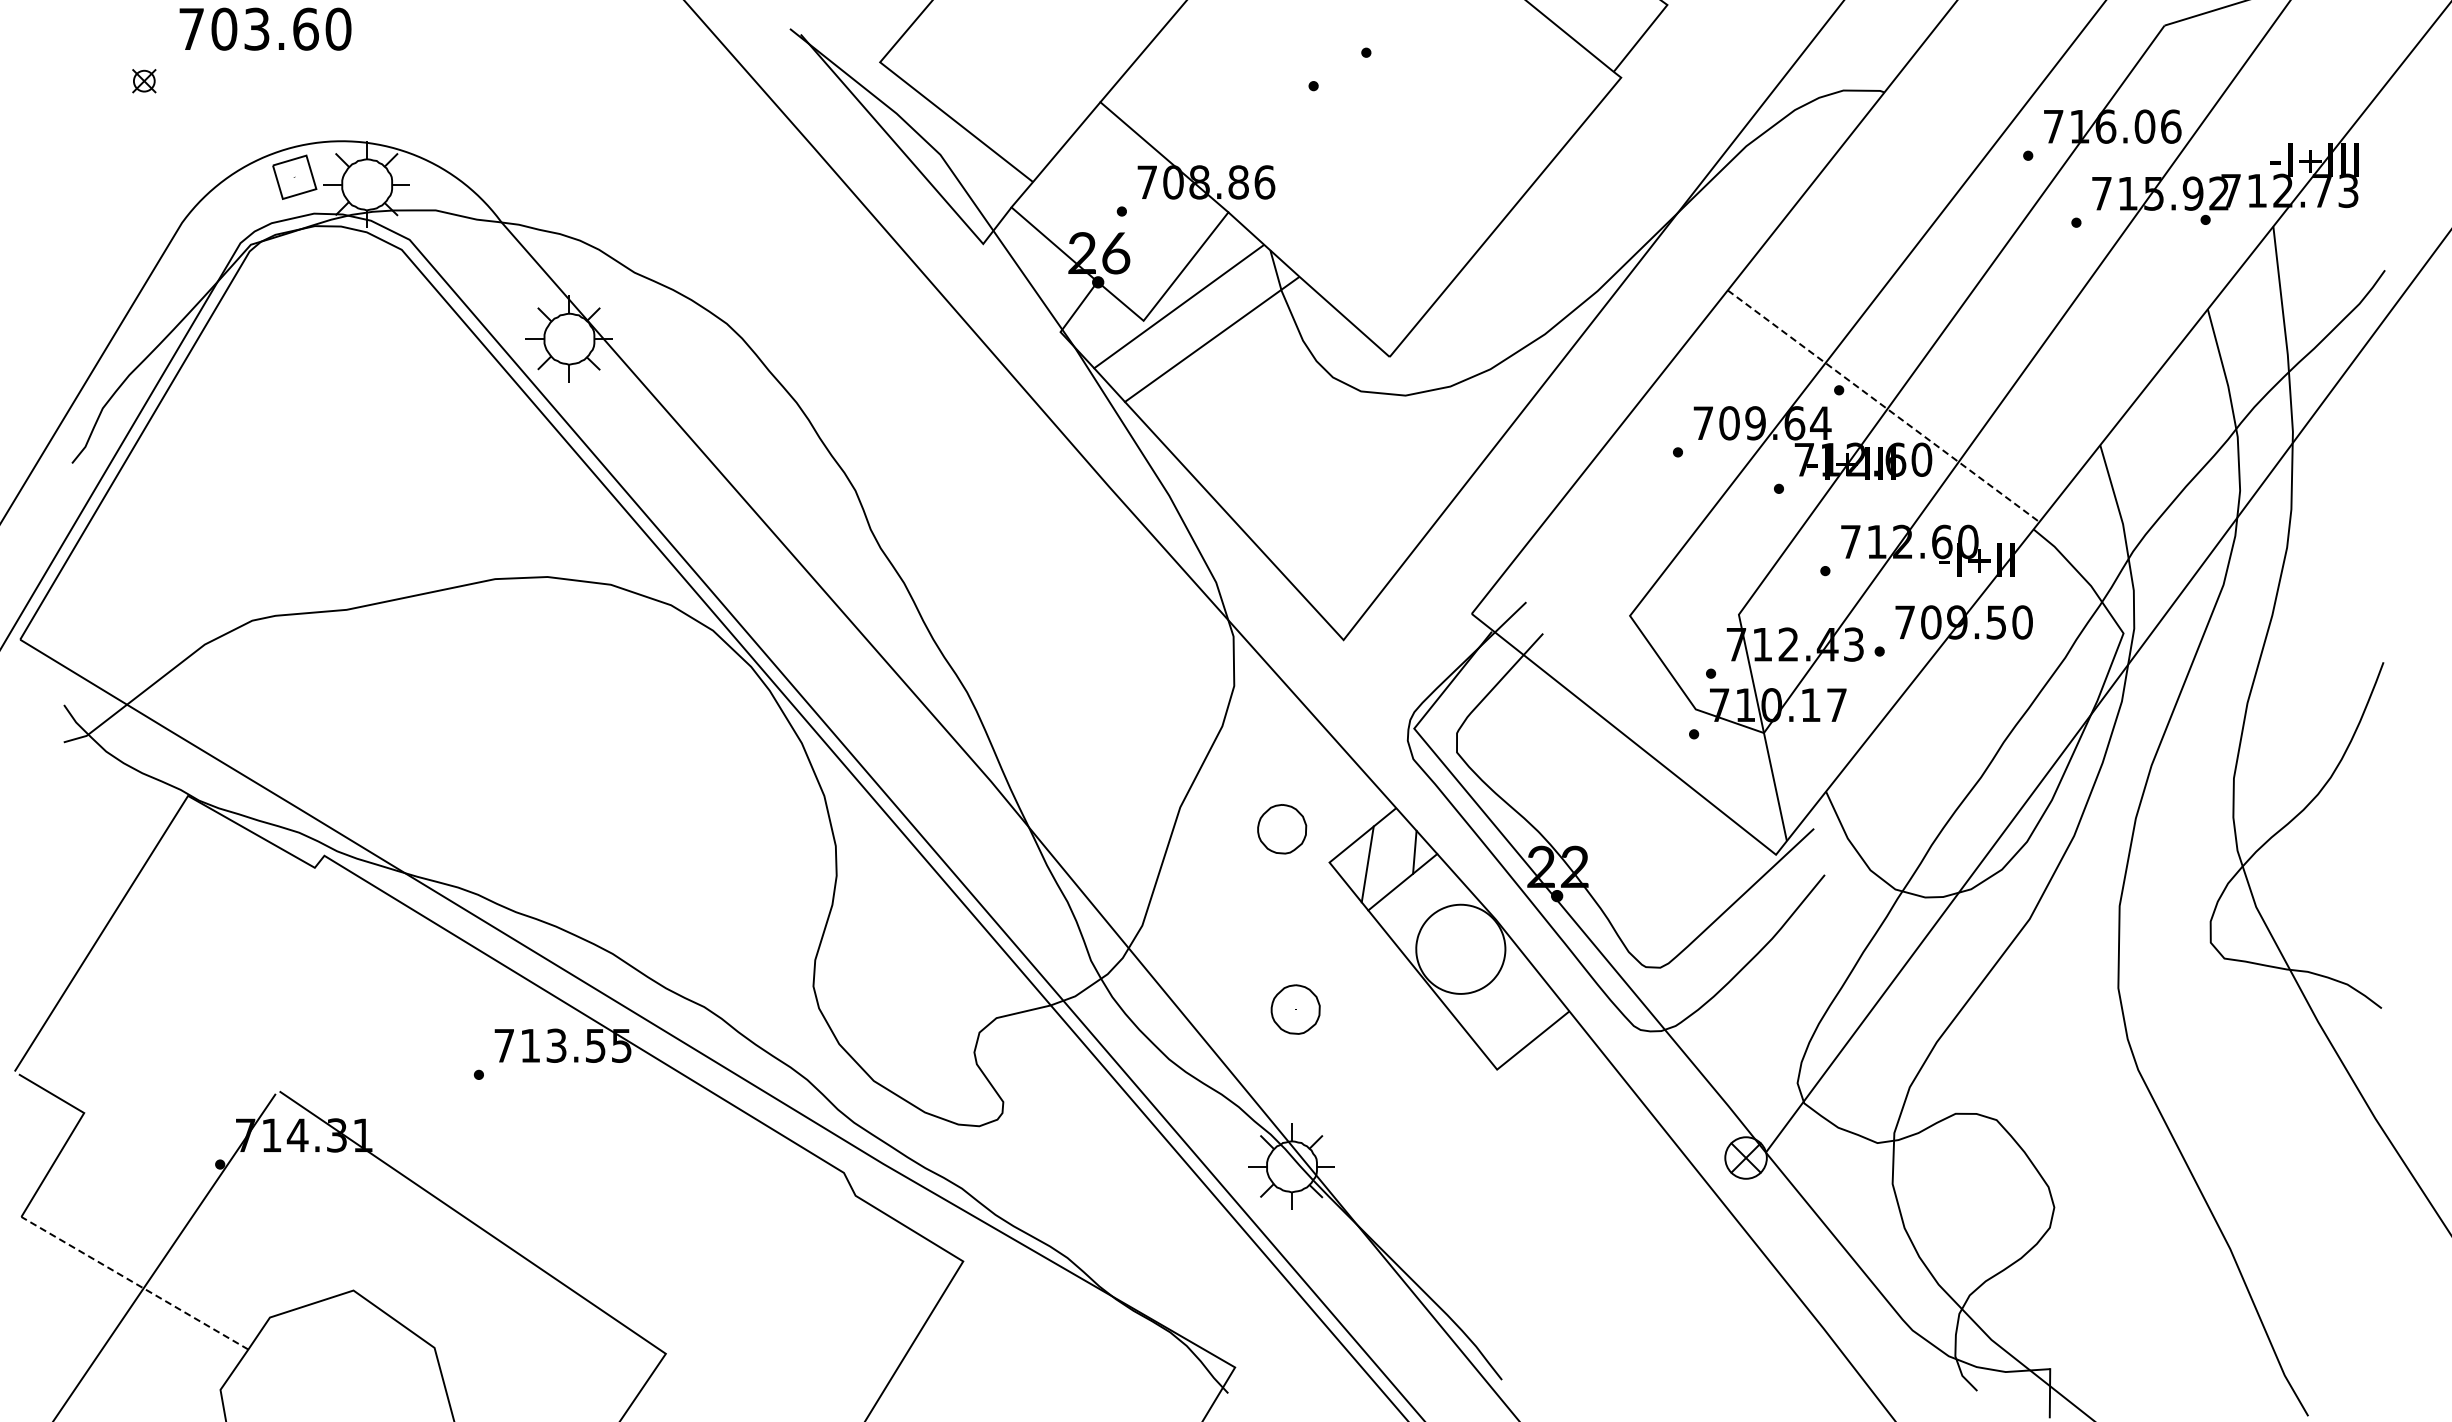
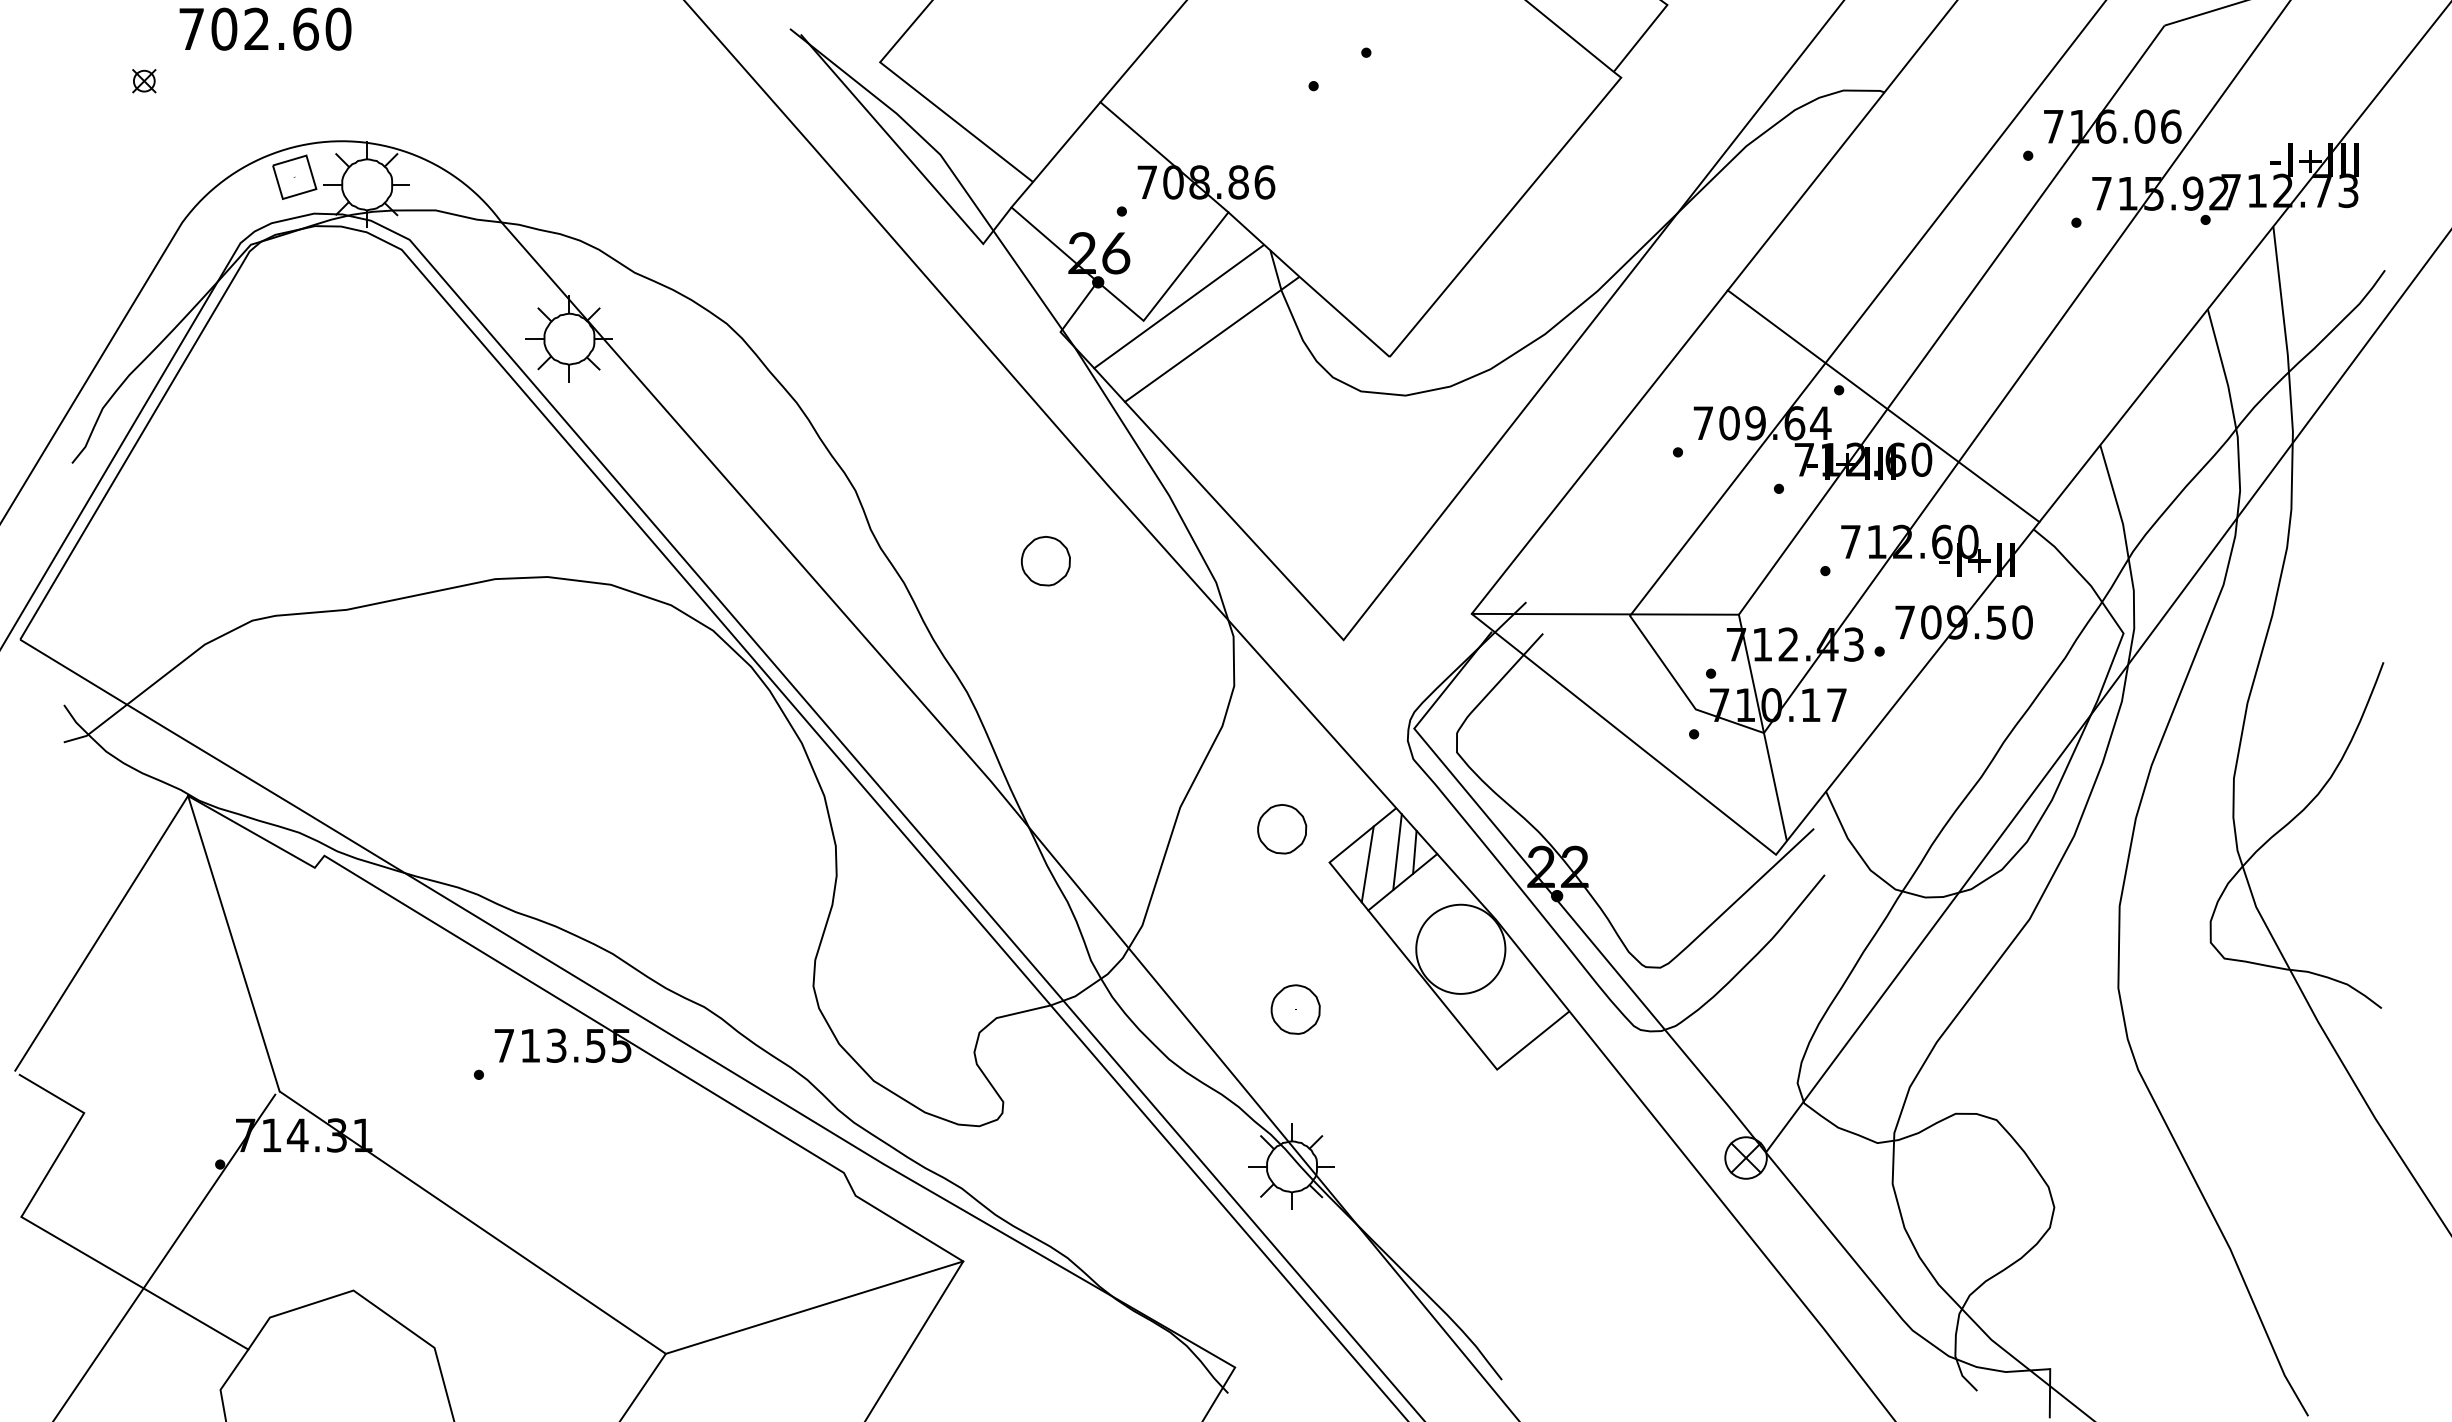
text at (256, 29): 703.60 -> 702.60
line at (1884, 406): dashed -> solid
part at (1045, 561): none -> present
line at (1604, 613): none -> present
line at (1397, 852): none -> present
line at (233, 943): none -> present
line at (134, 1283): dashed -> solid
line at (814, 1307): none -> present
